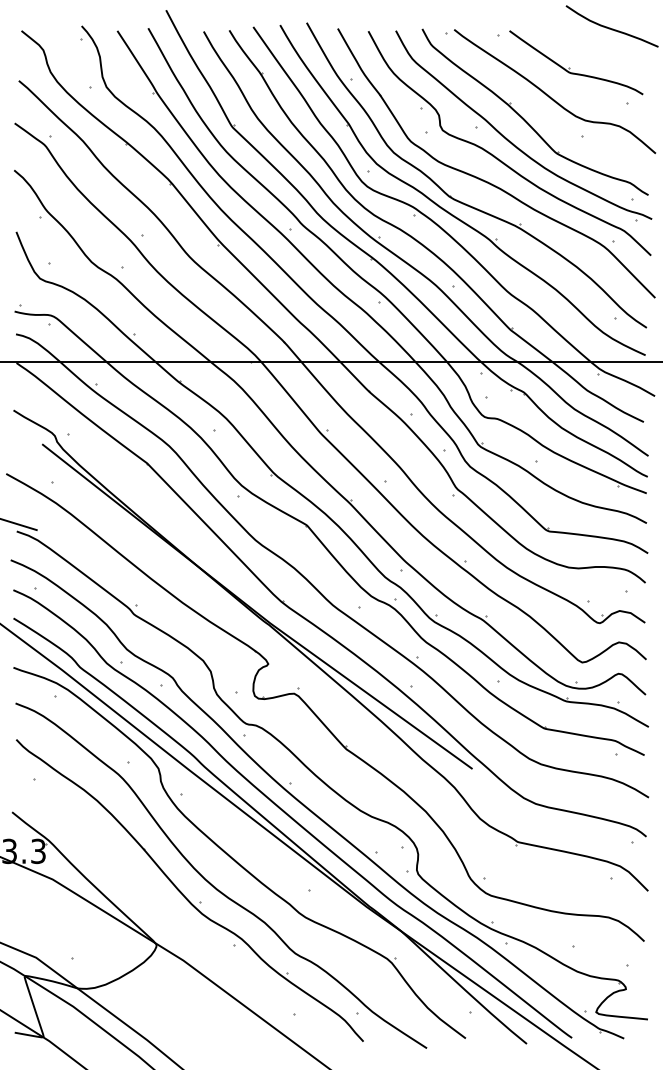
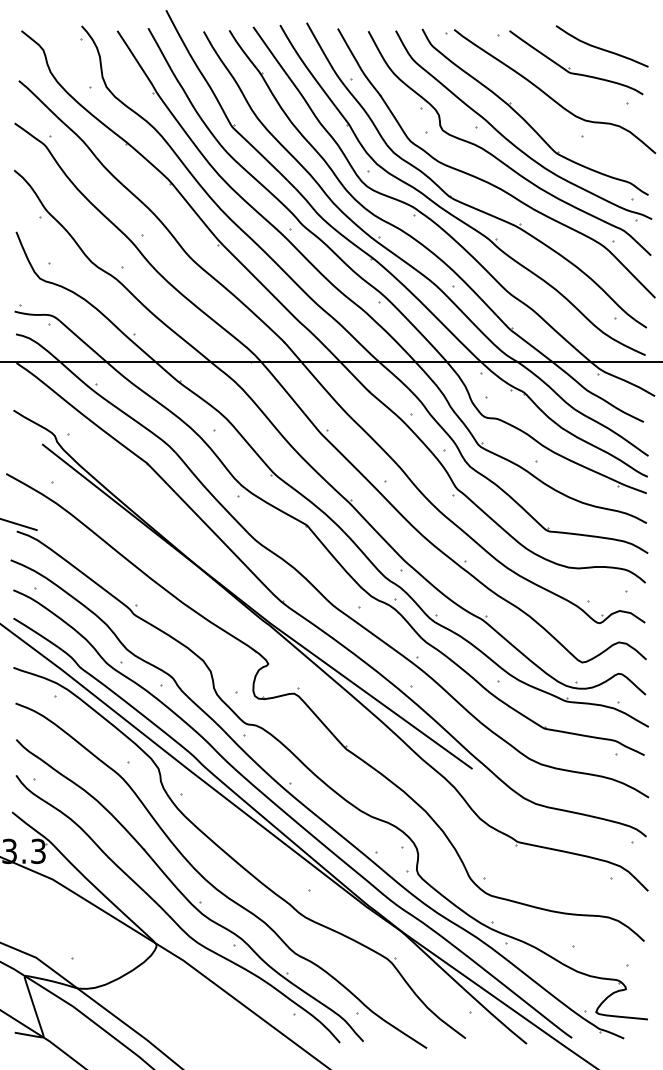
curve at (610, 27) position: (610, 27) -> (600, 47)
curve at (170, 915): none -> present
